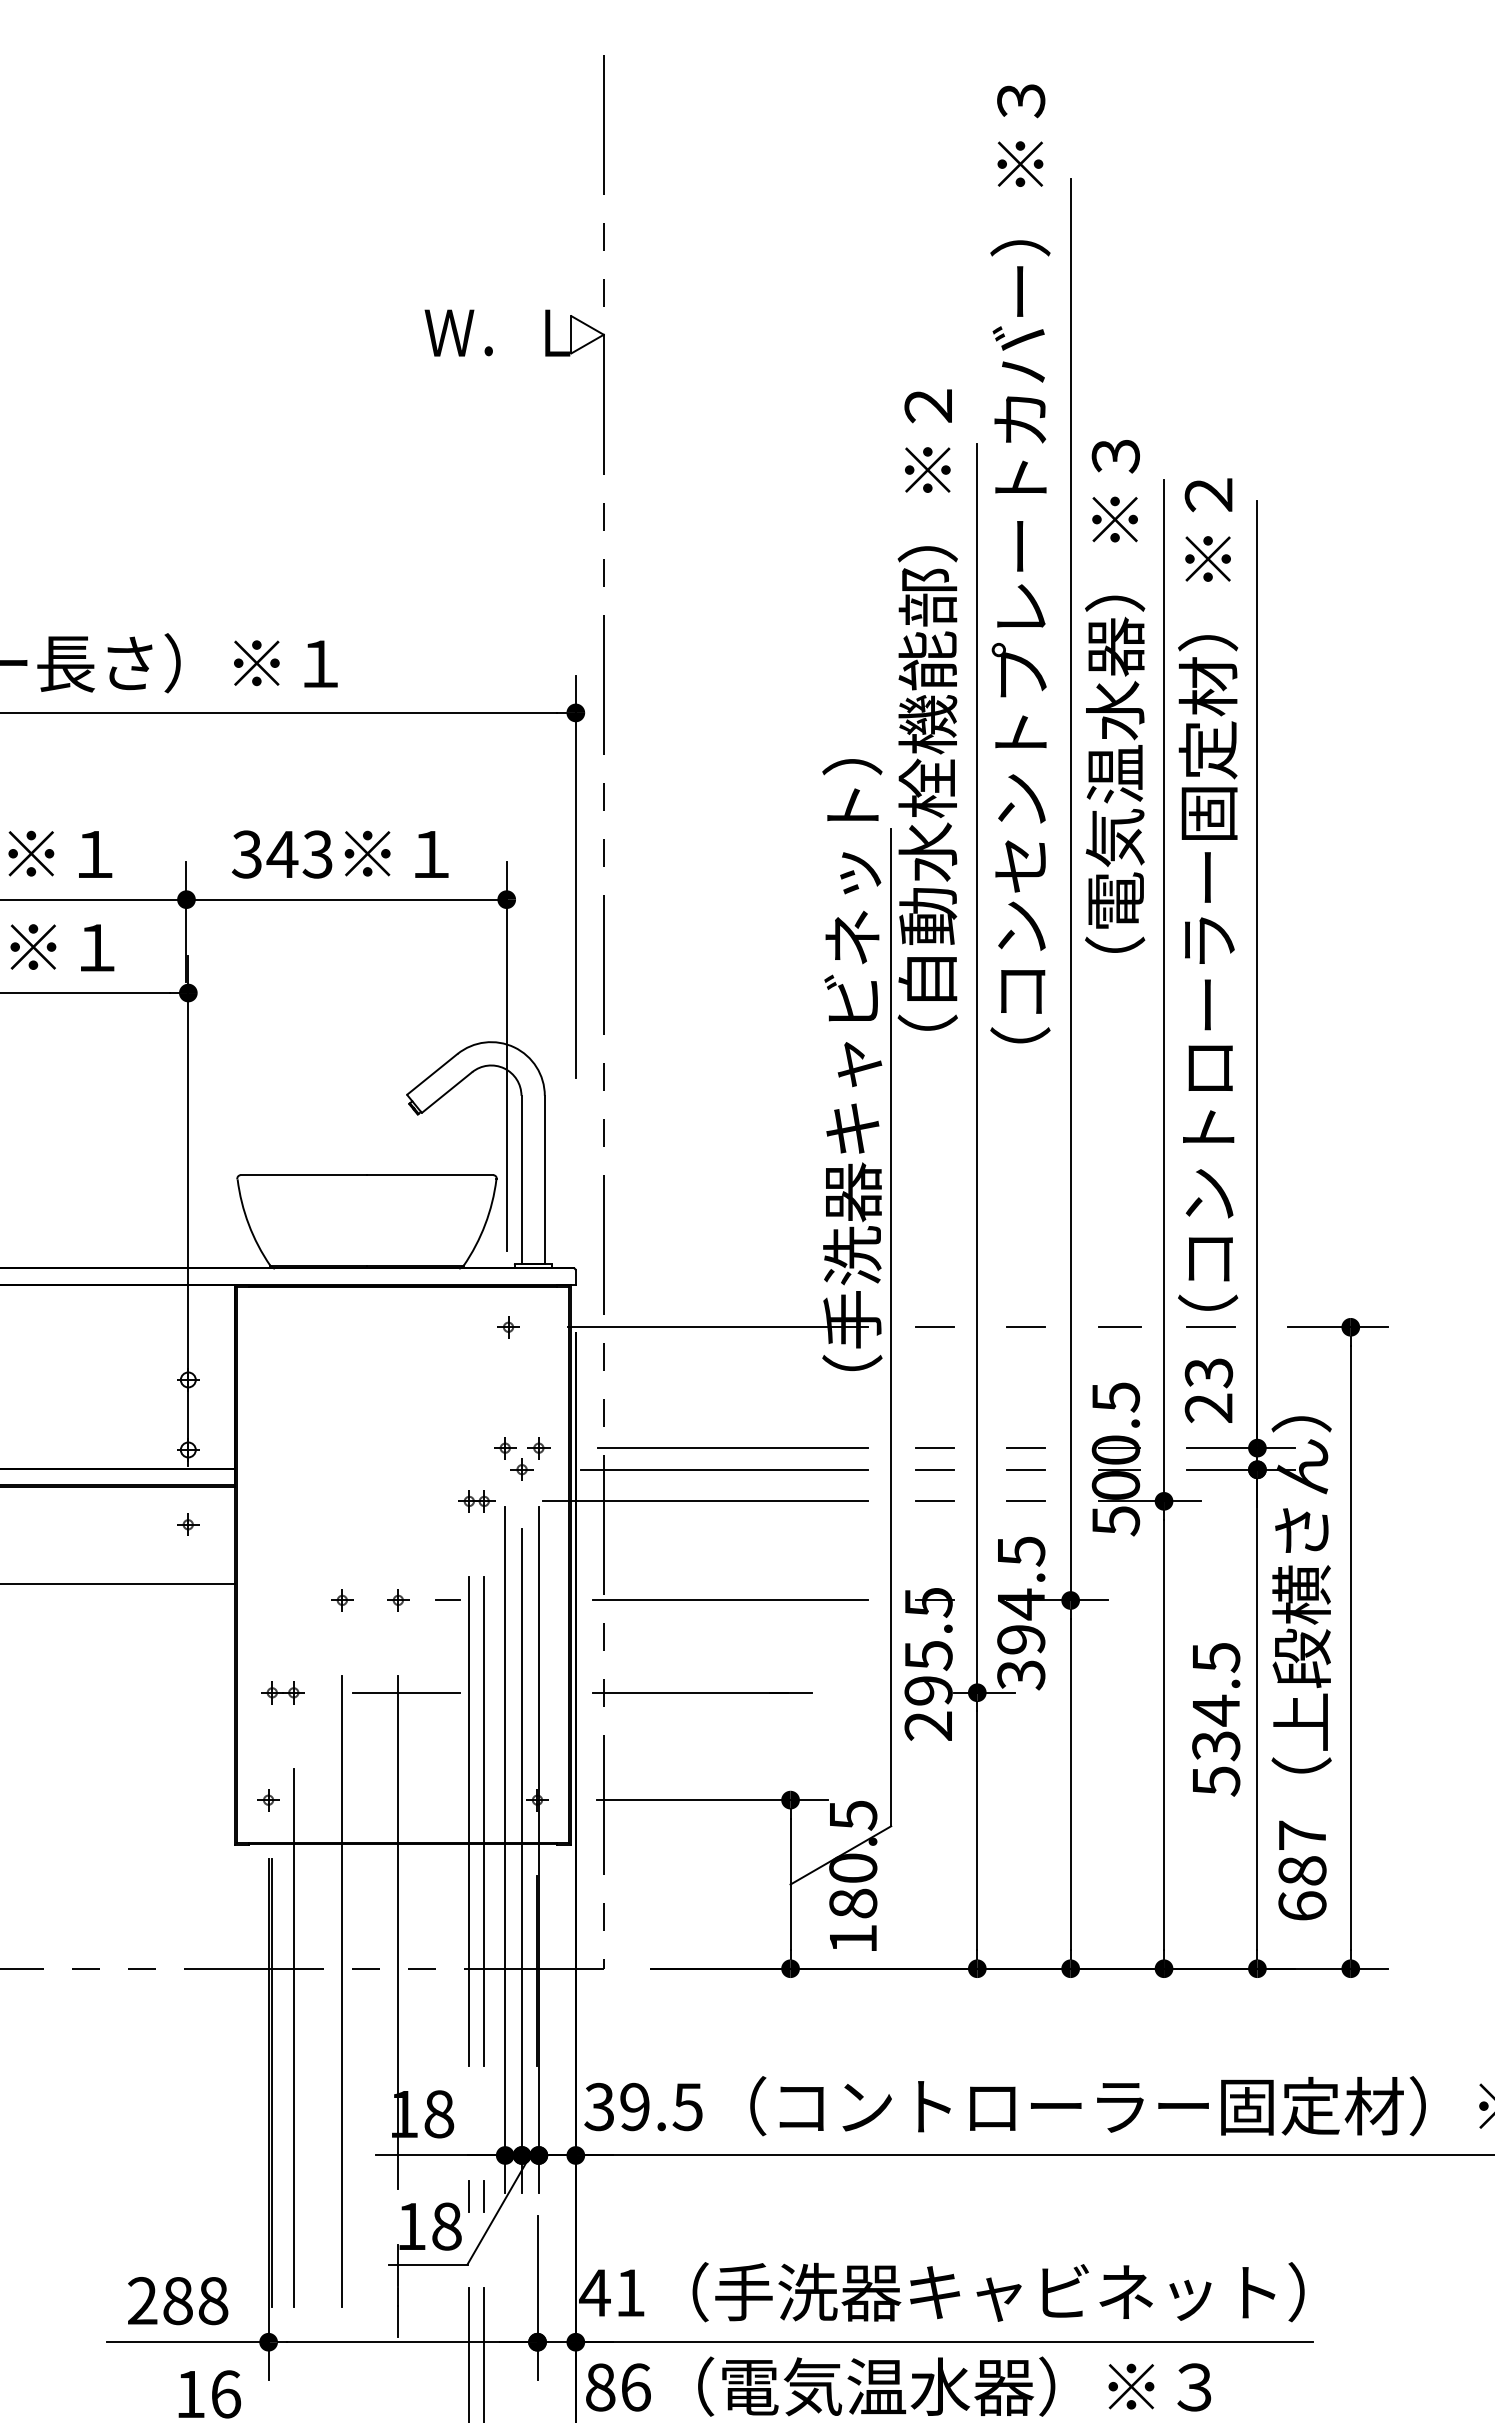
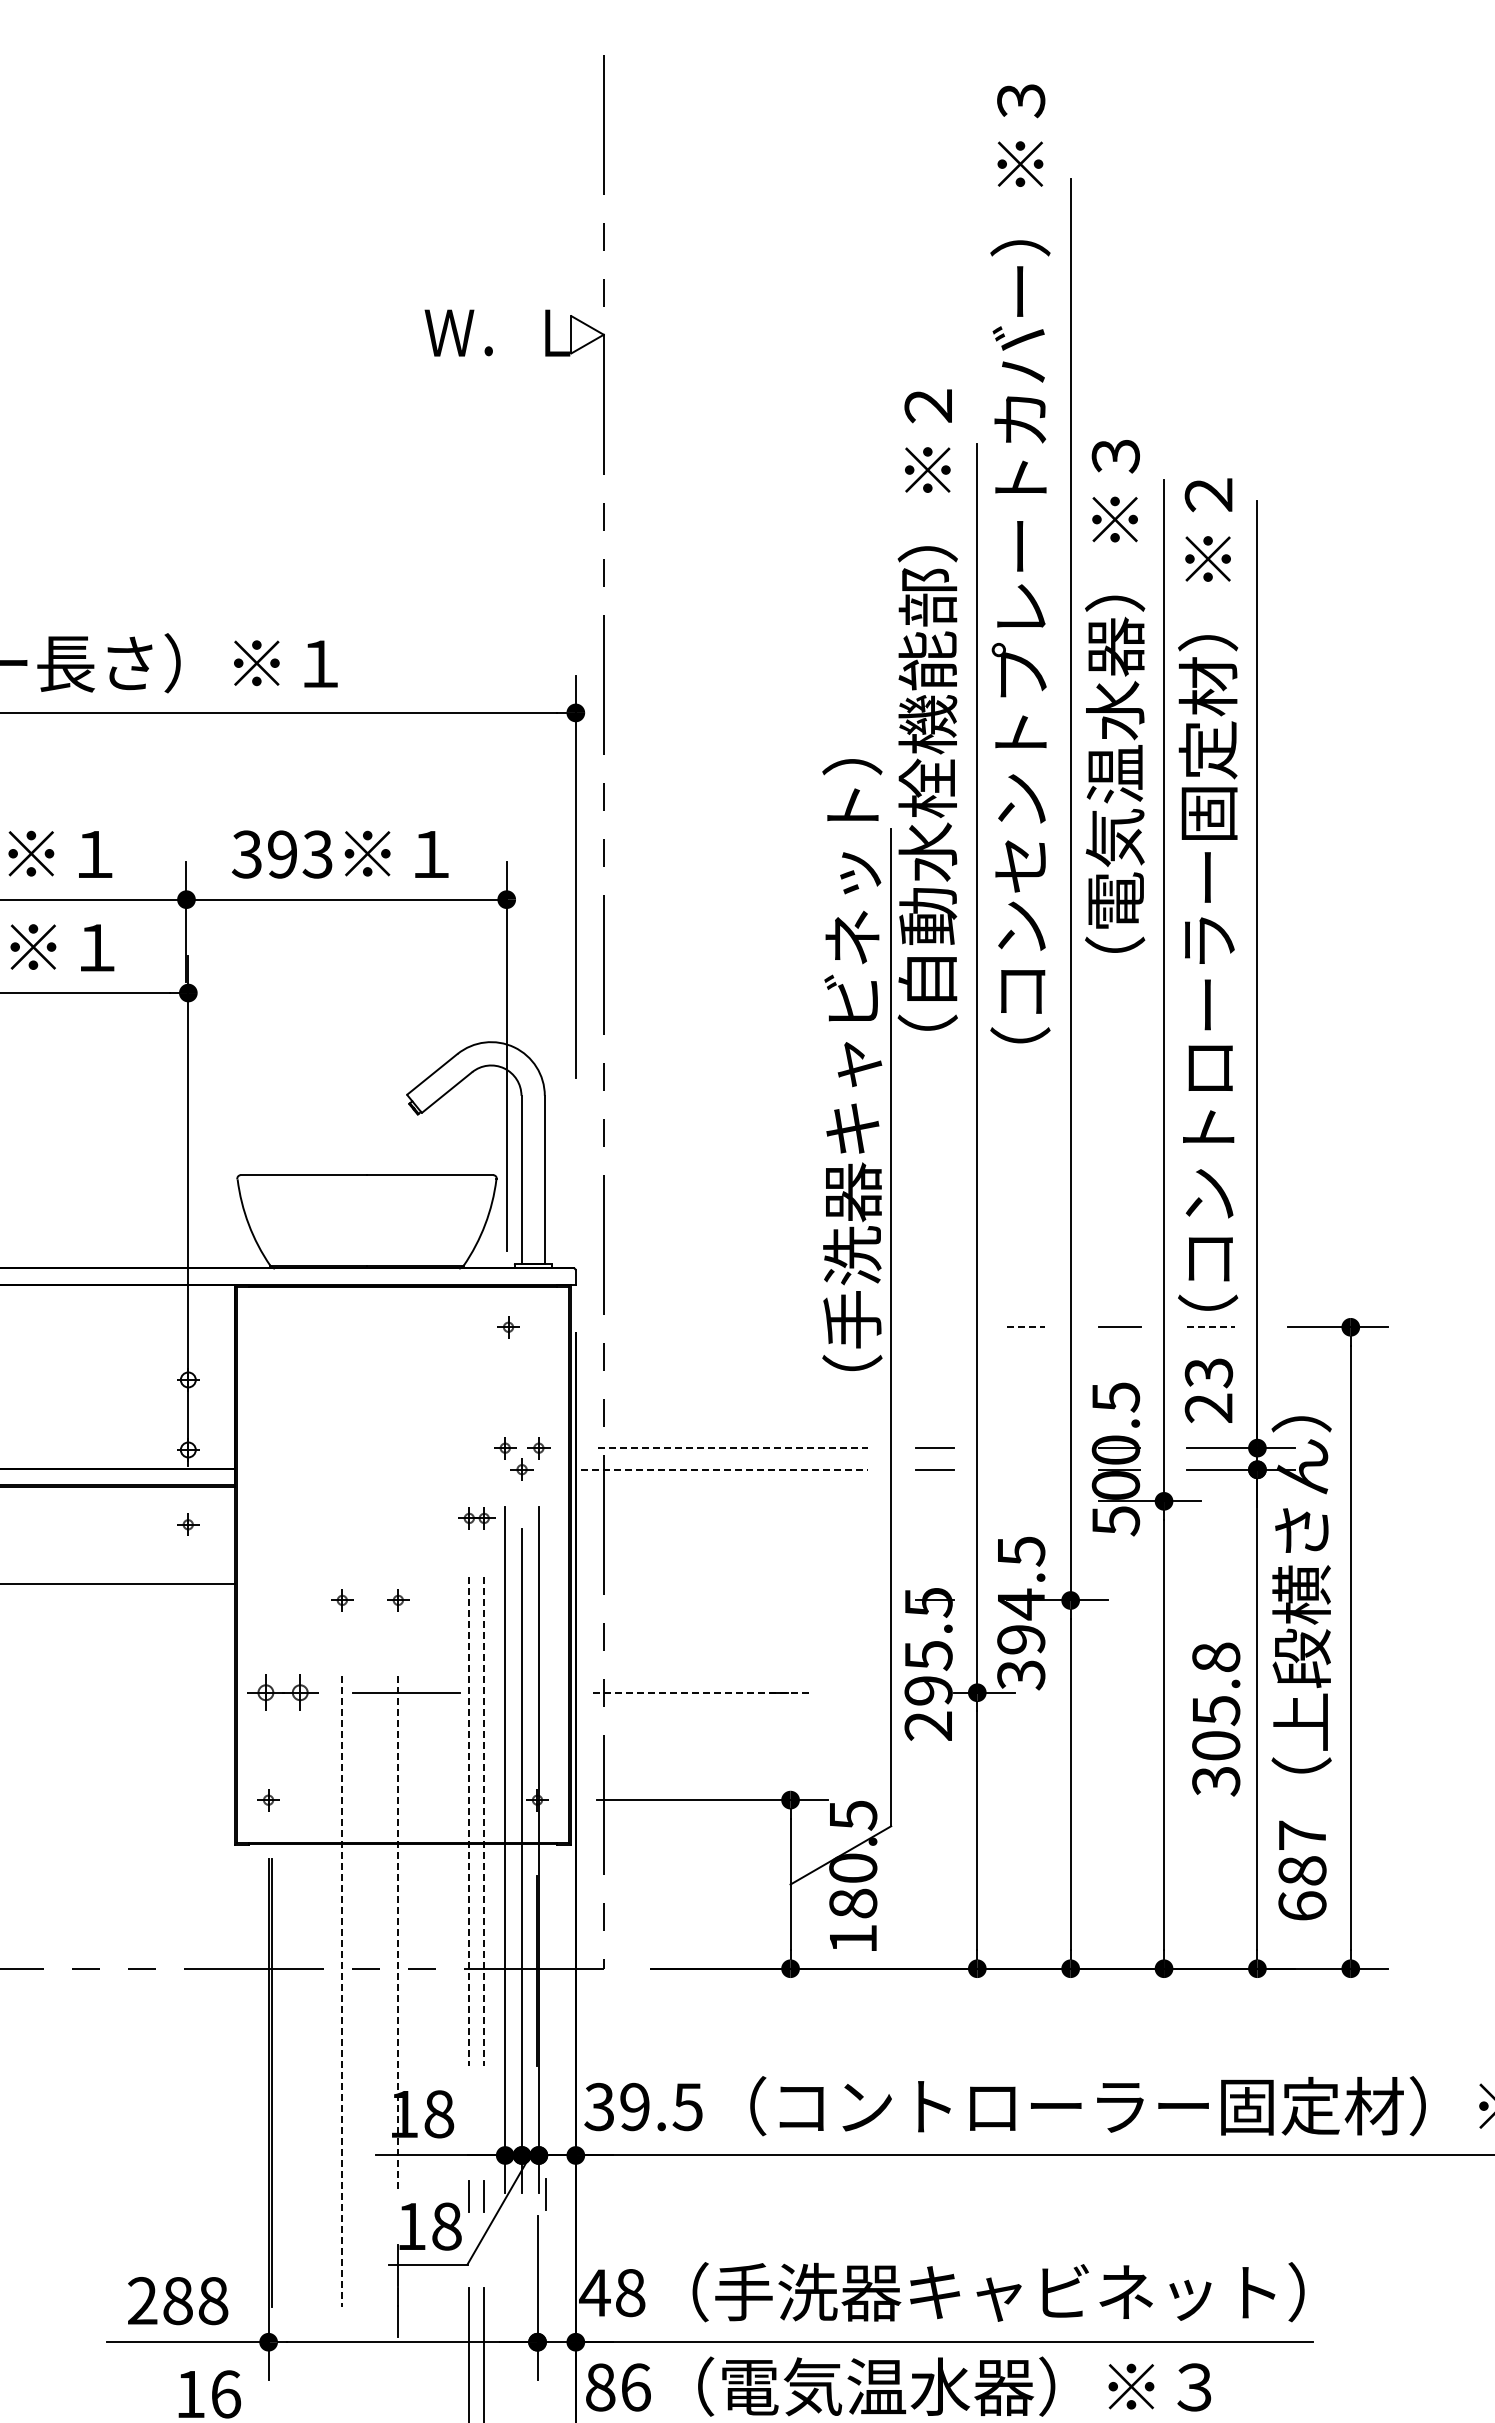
text at (282, 854): 343 -> 393
line at (717, 1327): present -> none
line at (934, 1327): present -> none
line at (1025, 1327): solid -> dashed
line at (1210, 1327): solid -> dashed
line at (733, 1448): solid -> dashed
line at (1025, 1448): present -> none
line at (724, 1469): solid -> dashed
line at (1025, 1469): present -> none
line at (934, 1500): present -> none
part at (476, 1501) position: (476, 1501) -> (476, 1518)
line at (705, 1501): present -> none
line at (1025, 1501): present -> none
line at (447, 1600): present -> none
line at (730, 1600): present -> none
part at (282, 1692) size: 44x24 px -> 72x37 px
line at (702, 1692): solid -> dashed
text at (1216, 1719): 534.5 -> 305.8
line at (469, 1821): solid -> dashed
line at (484, 1821): solid -> dashed
line at (398, 1933): solid -> dashed
line at (342, 1991): solid -> dashed
line at (293, 2037): present -> none
line at (545, 2194): none -> present
text at (630, 2293): 41 -> 48
